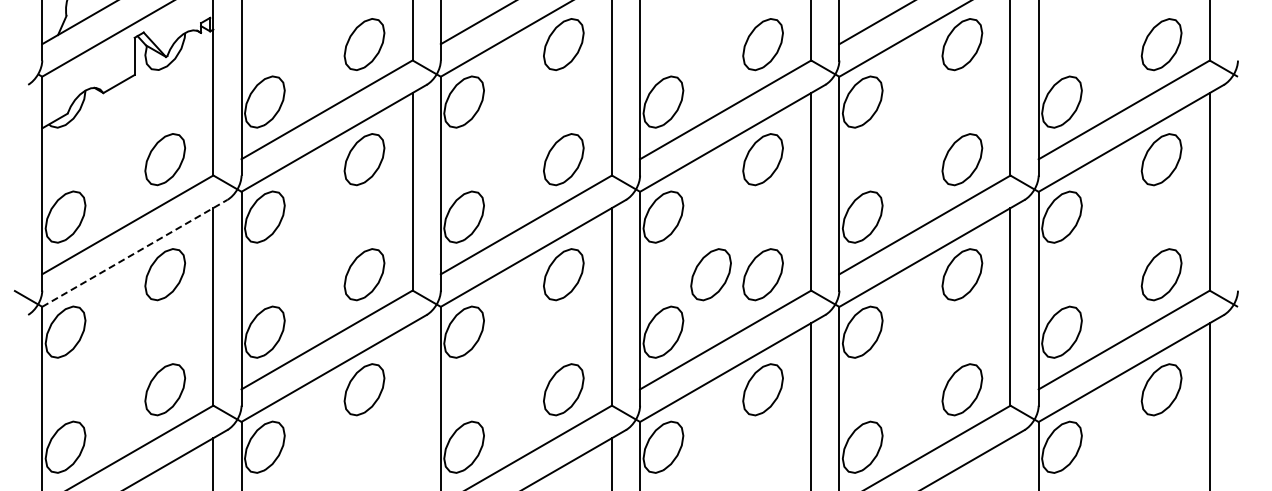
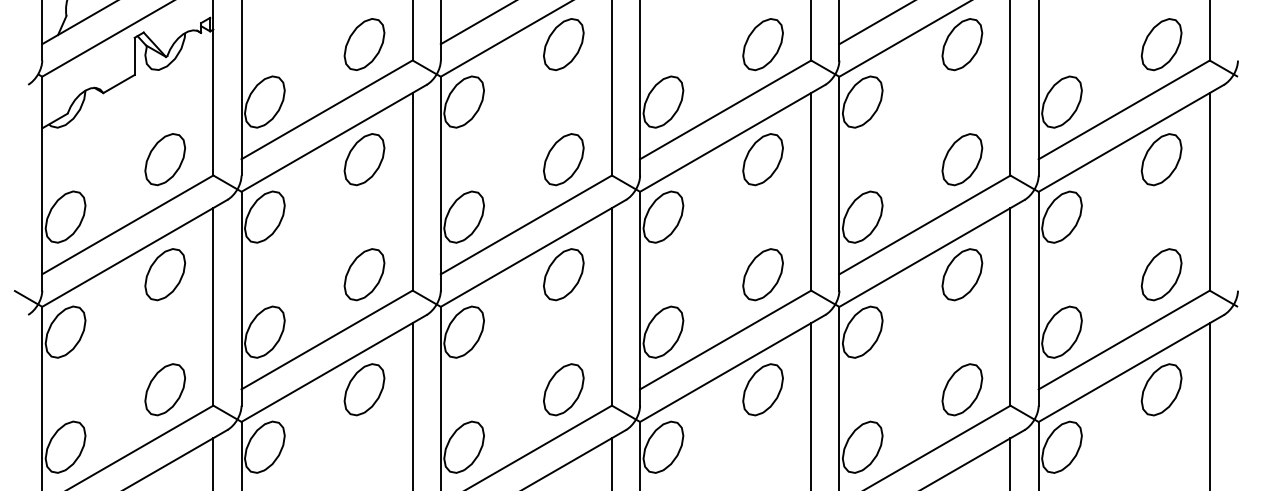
line at (134, 253): dashed -> solid
part at (710, 274): present -> none
line at (412, 405): none -> present
line at (1010, 462): none -> present
